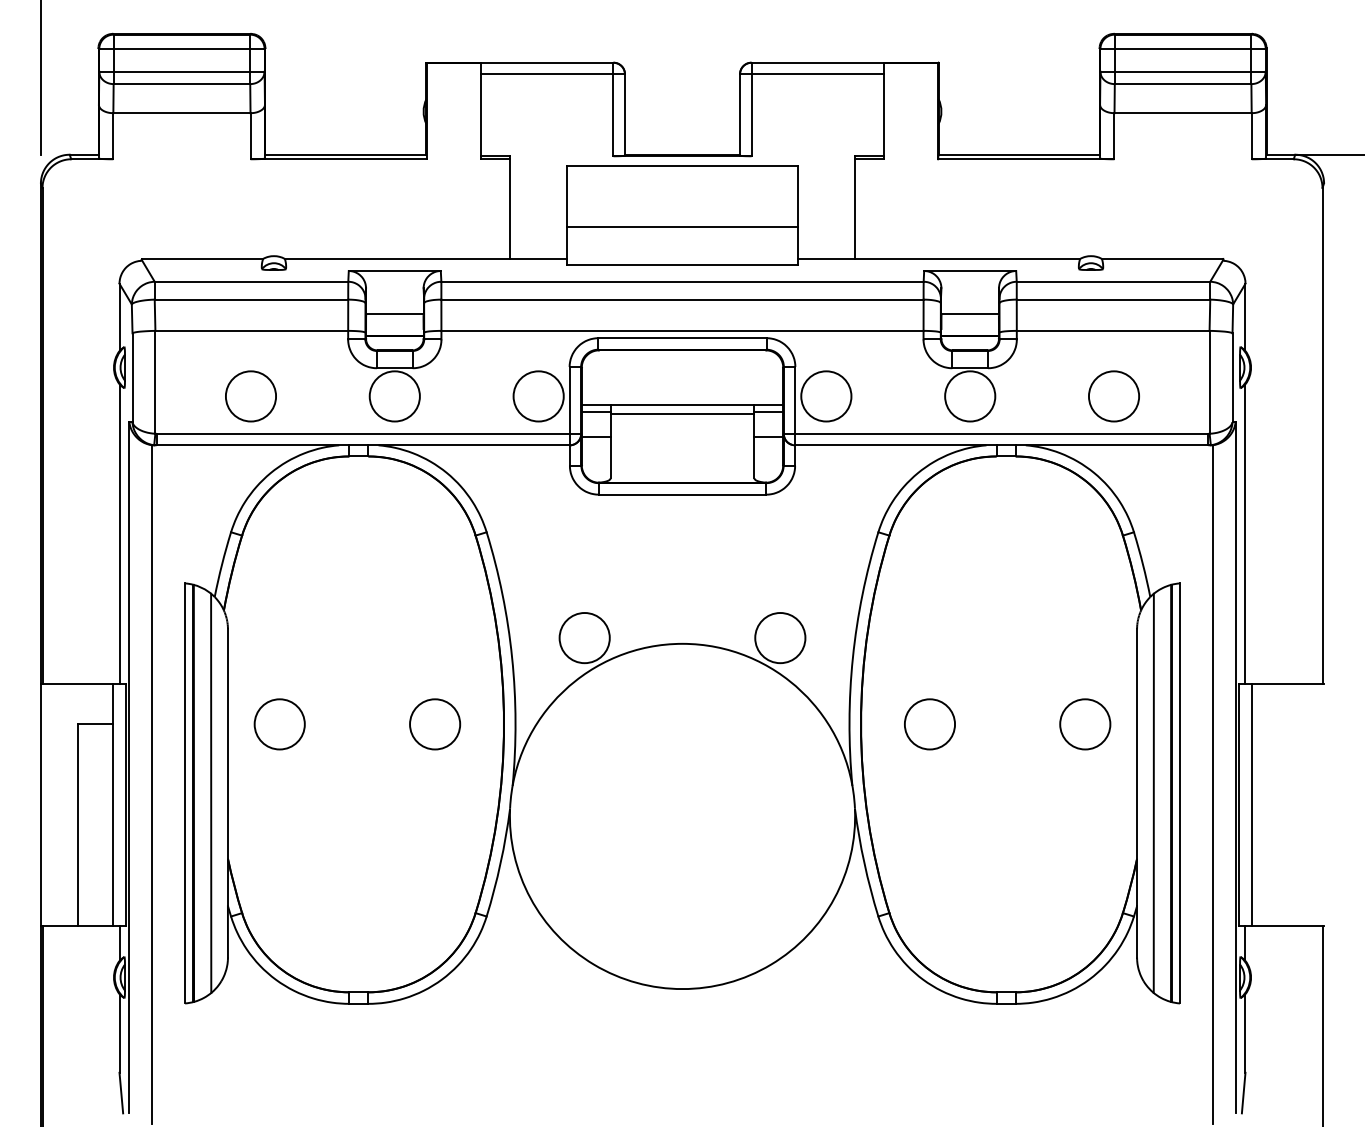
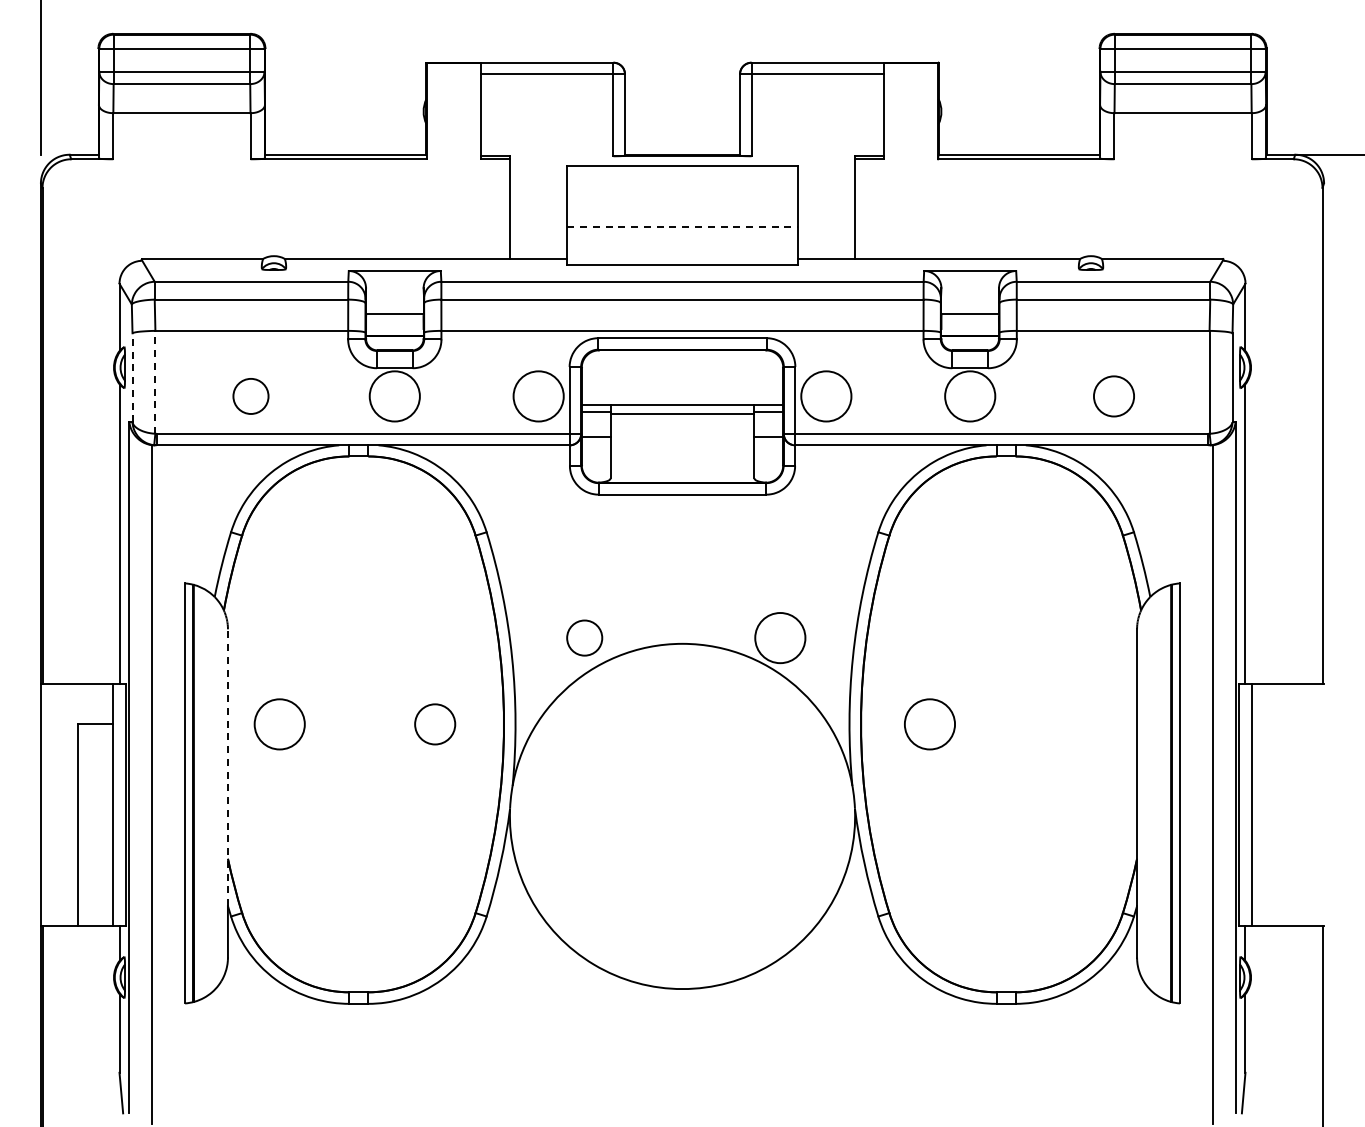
line at (683, 226): solid -> dashed
line at (132, 377): solid -> dashed
line at (155, 381): solid -> dashed
circle at (250, 396) diameter: 50 px -> 35 px
circle at (1113, 396) size: 52x53 px -> 42x43 px
circle at (584, 638) diameter: 50 px -> 35 px
circle at (435, 724) size: 53x53 px -> 43x43 px
circle at (1085, 724): present -> none
line at (227, 767): solid -> dashed
line at (211, 792): present -> none
line at (1153, 792): present -> none
